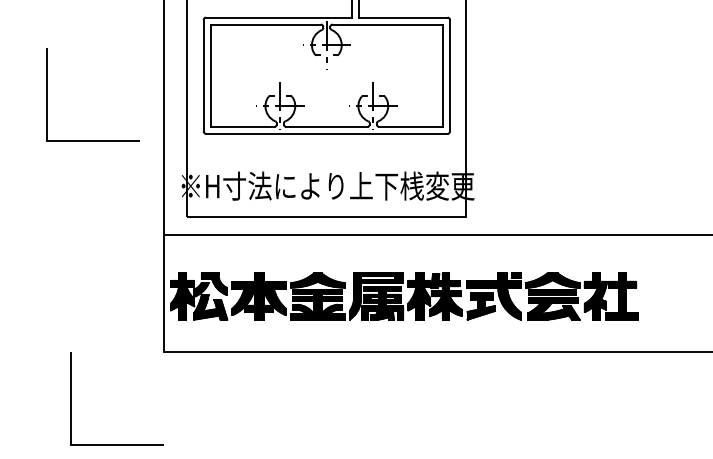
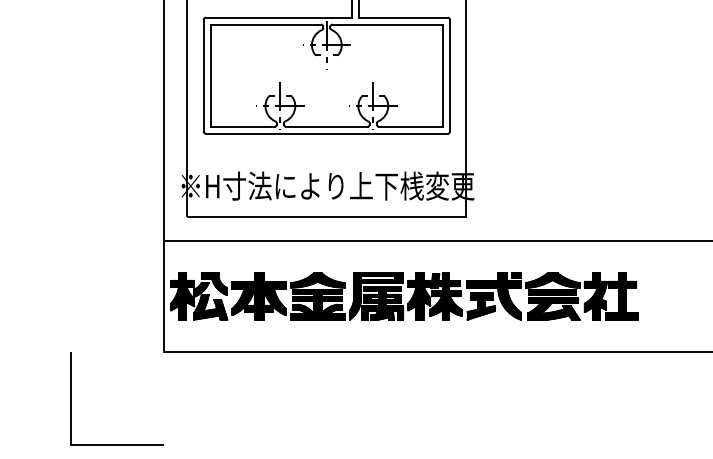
line at (47, 94): present -> none
line at (436, 234) position: (436, 234) -> (436, 240)
